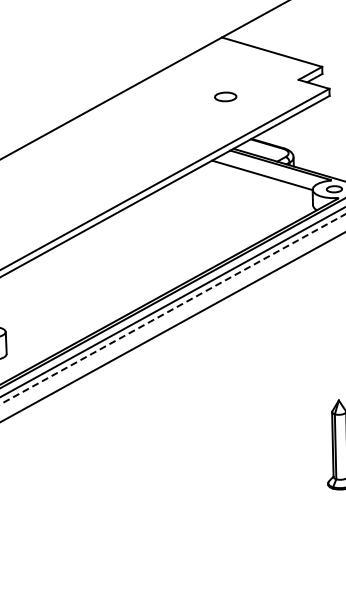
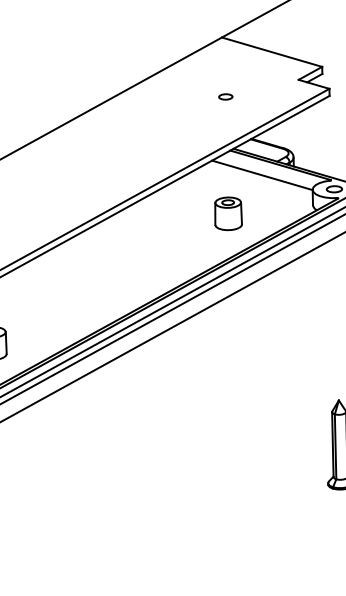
part at (225, 96) size: 24x12 px -> 16x8 px
part at (228, 213): none -> present
line at (172, 309): dashed -> solid
